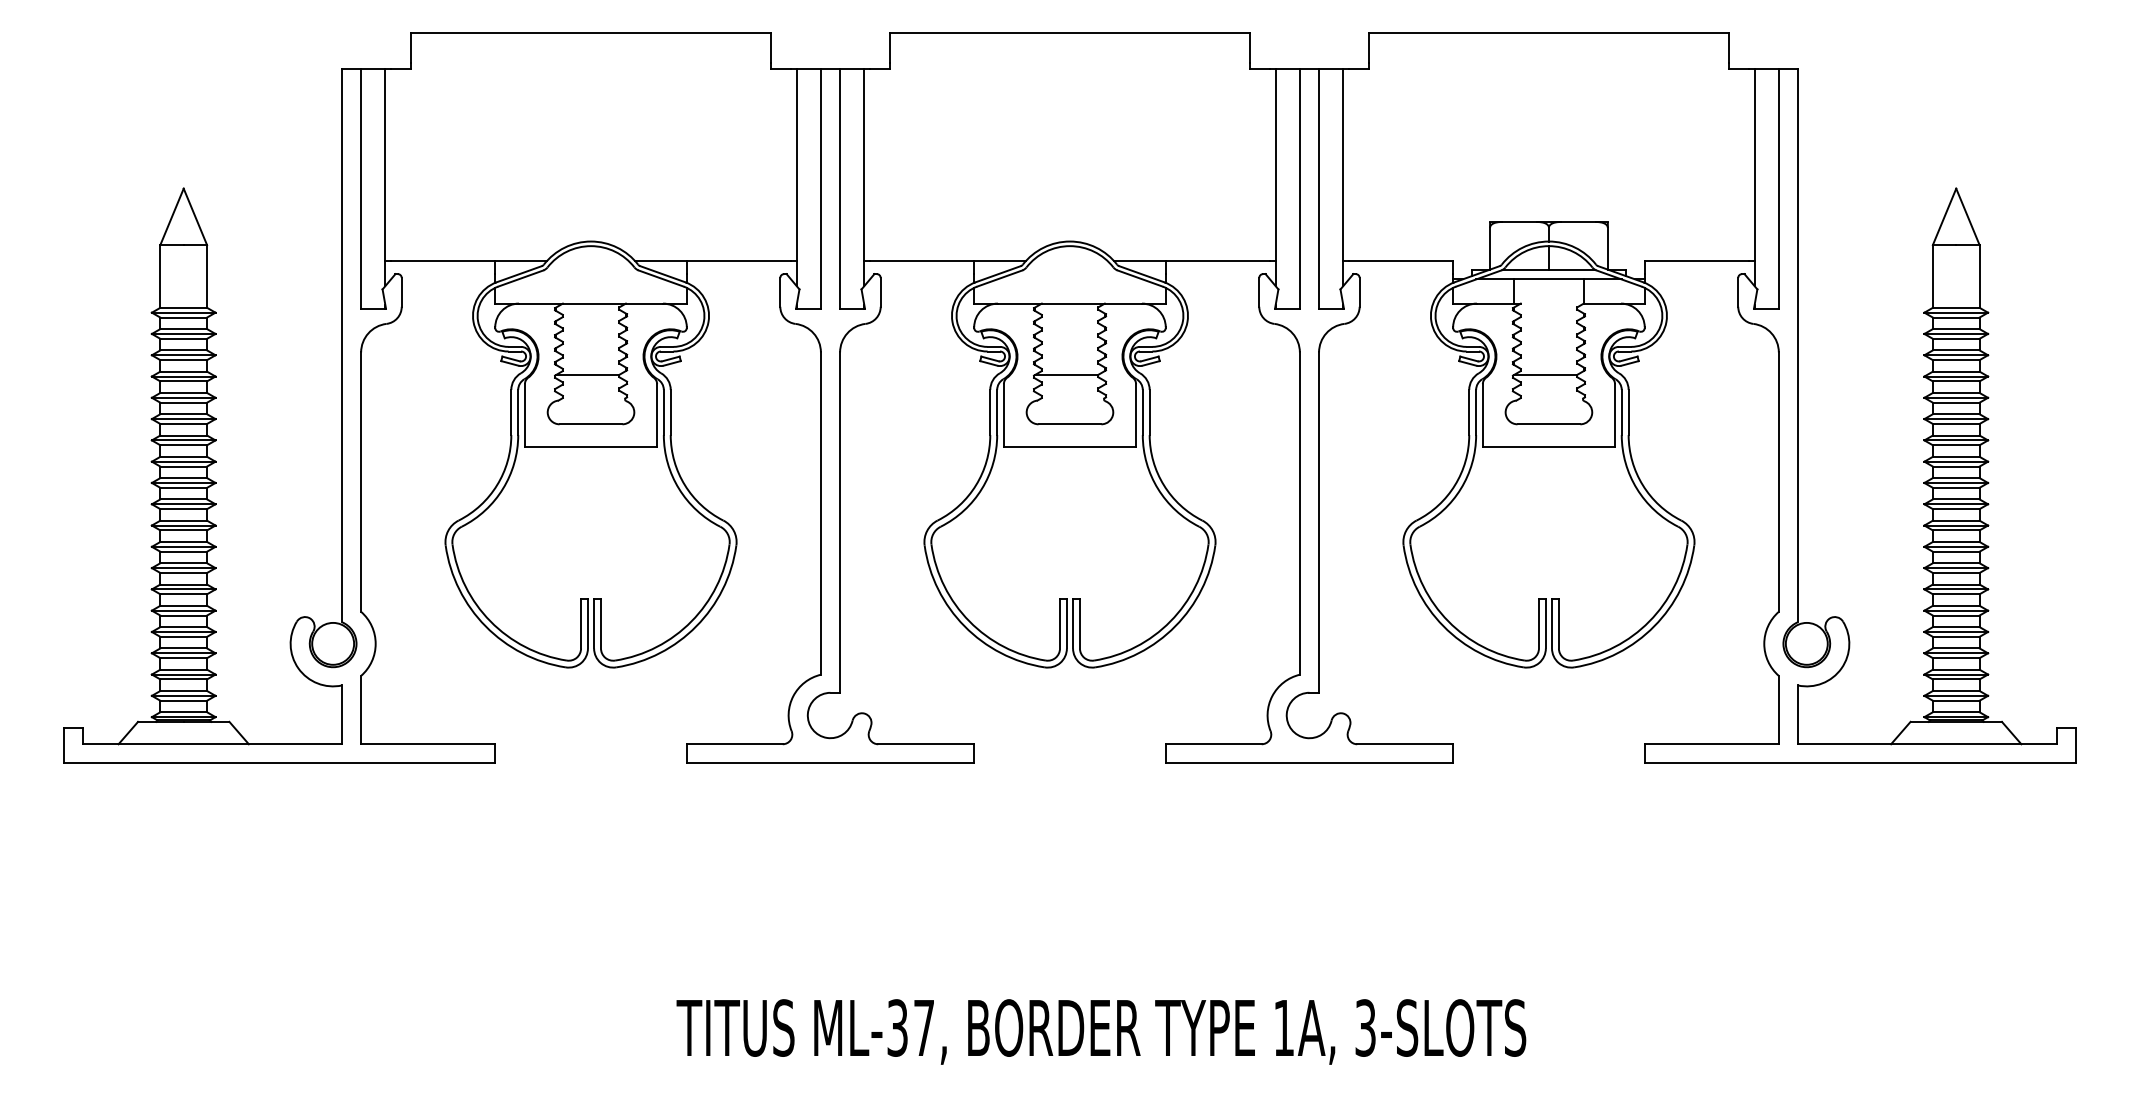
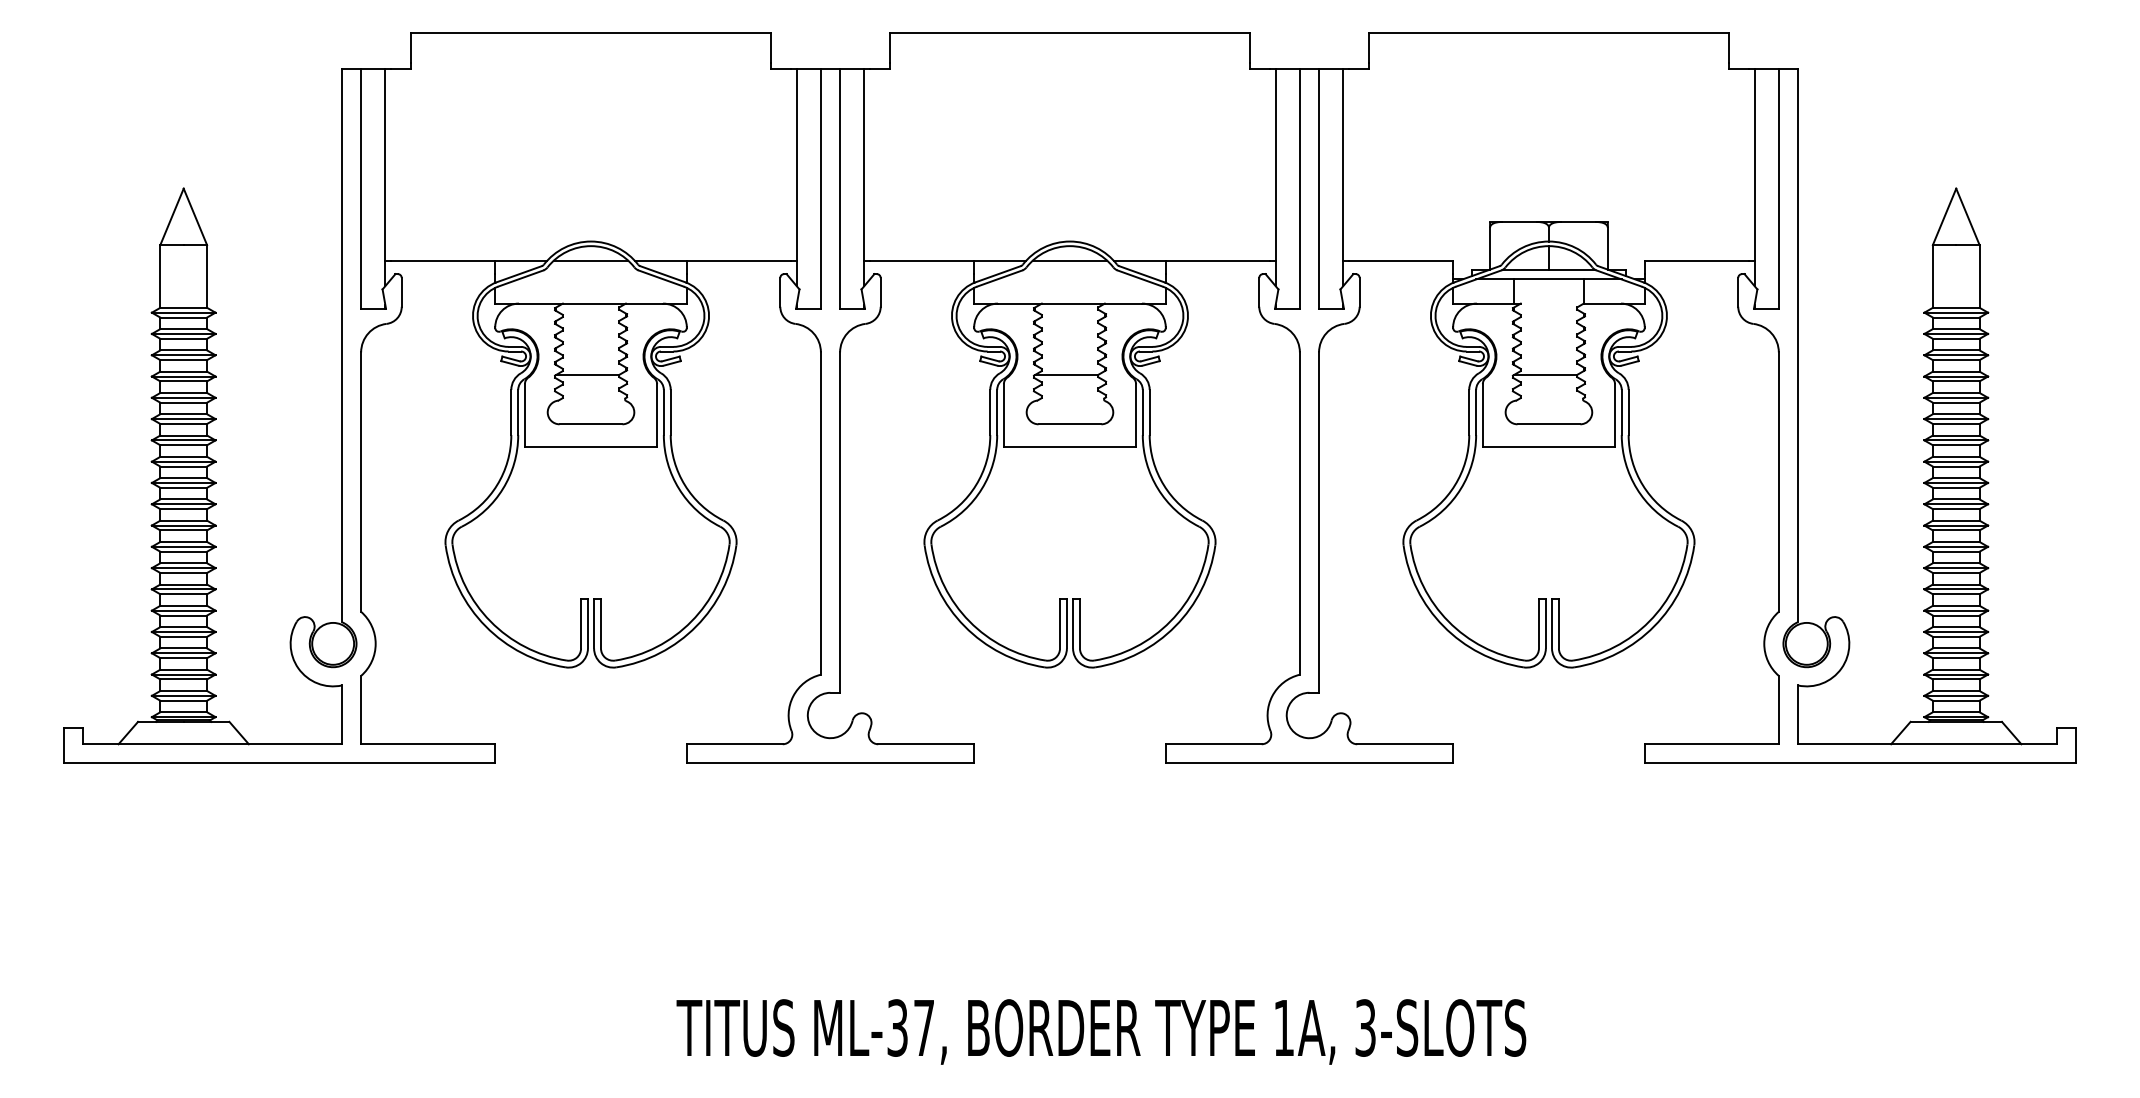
line at (590, 260): none -> present
line at (1069, 260): none -> present
